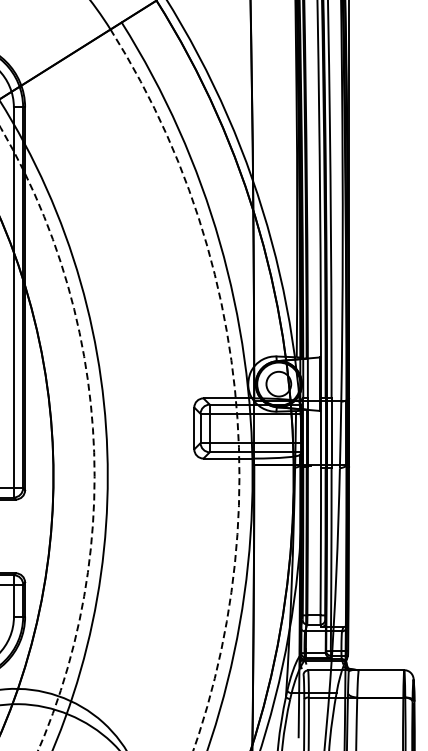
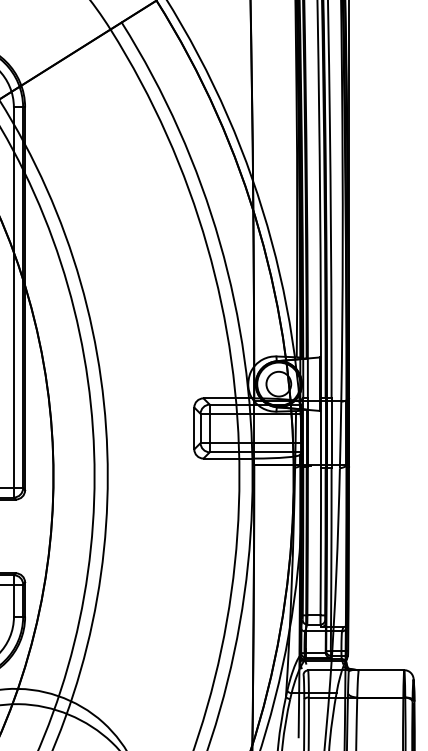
arc at (233, 380): dashed -> solid
arc at (93, 435): dashed -> solid
